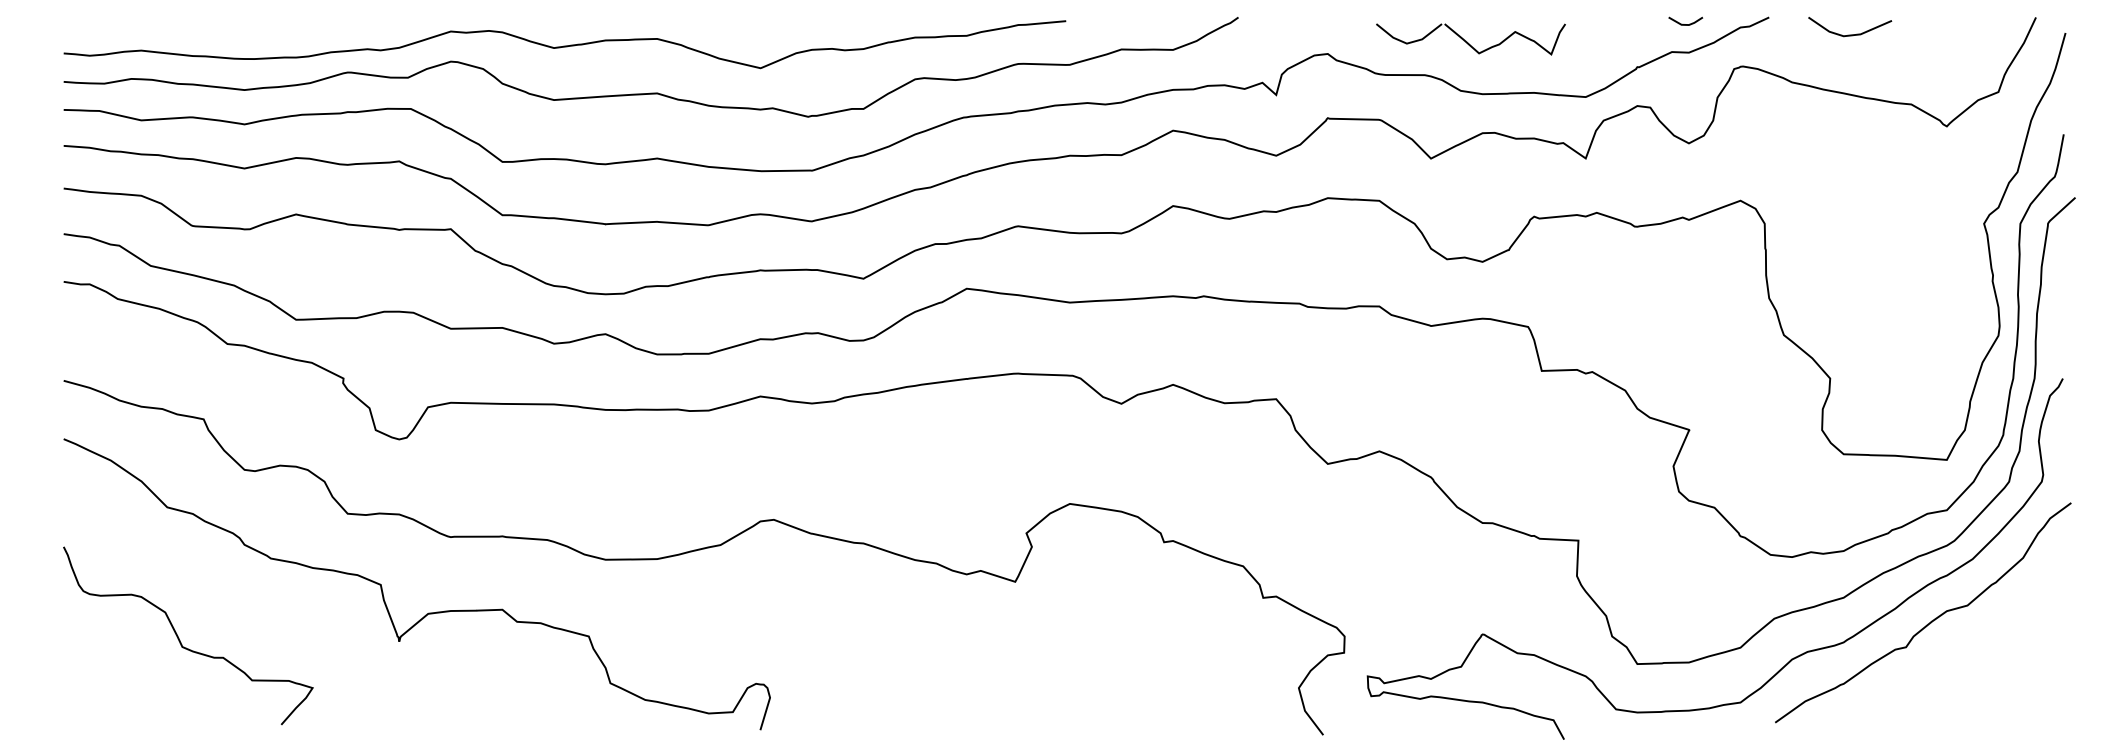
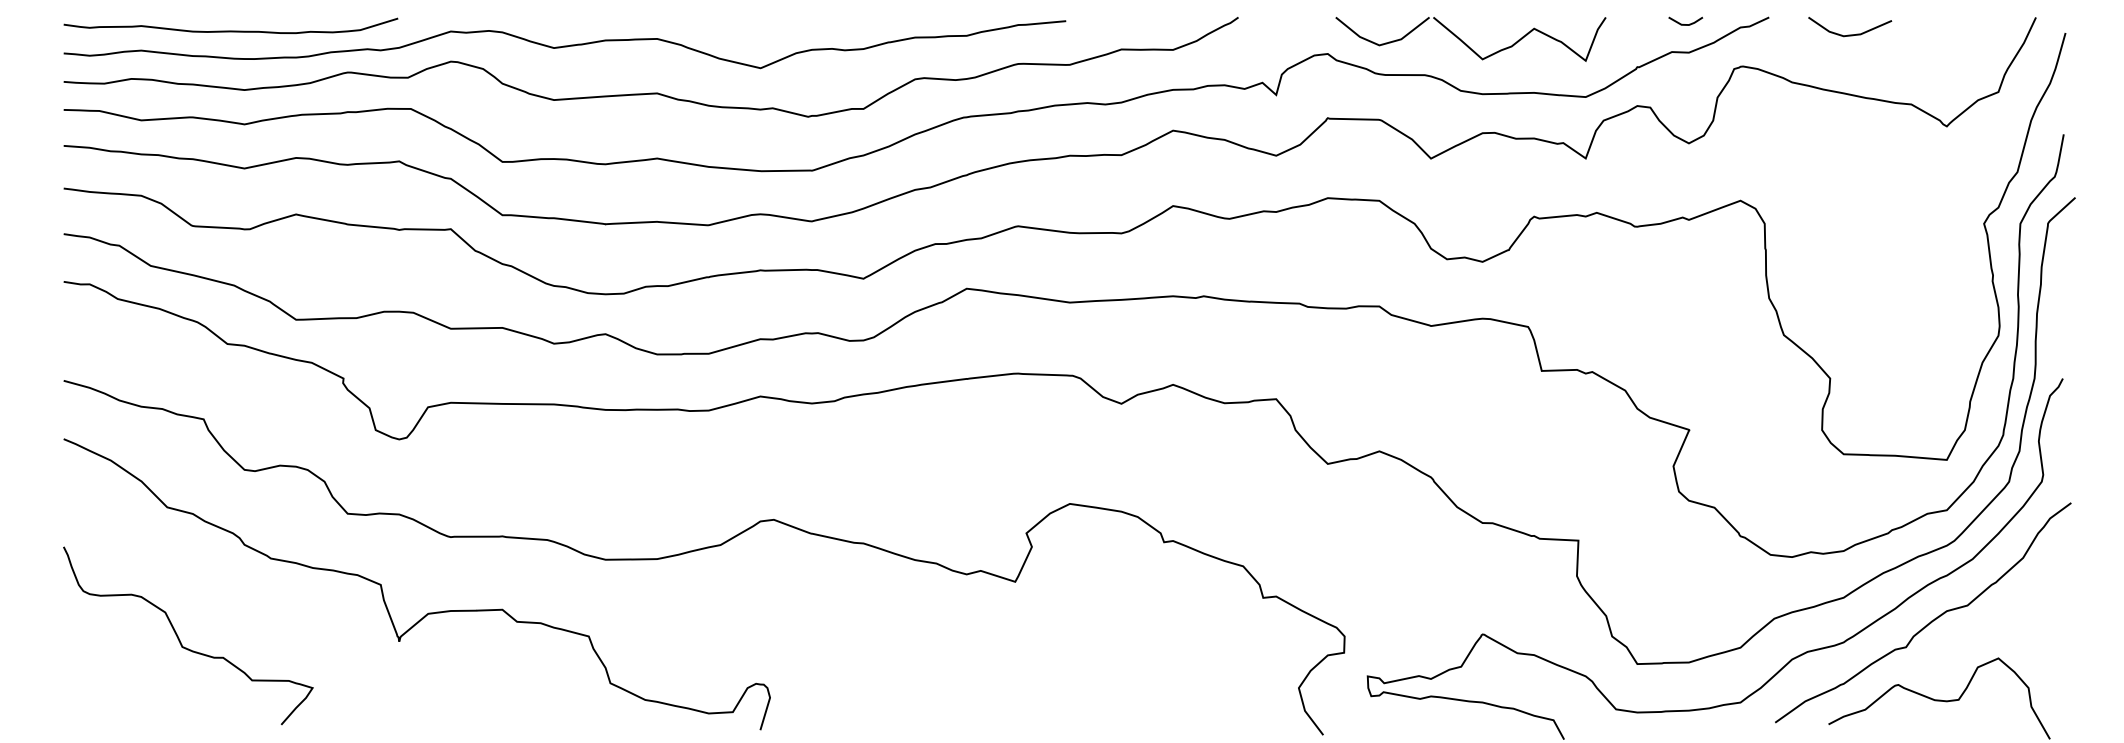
curve at (230, 30): none -> present
part at (1470, 39) size: 190x33 px -> 272x45 px
curve at (1939, 699): none -> present
